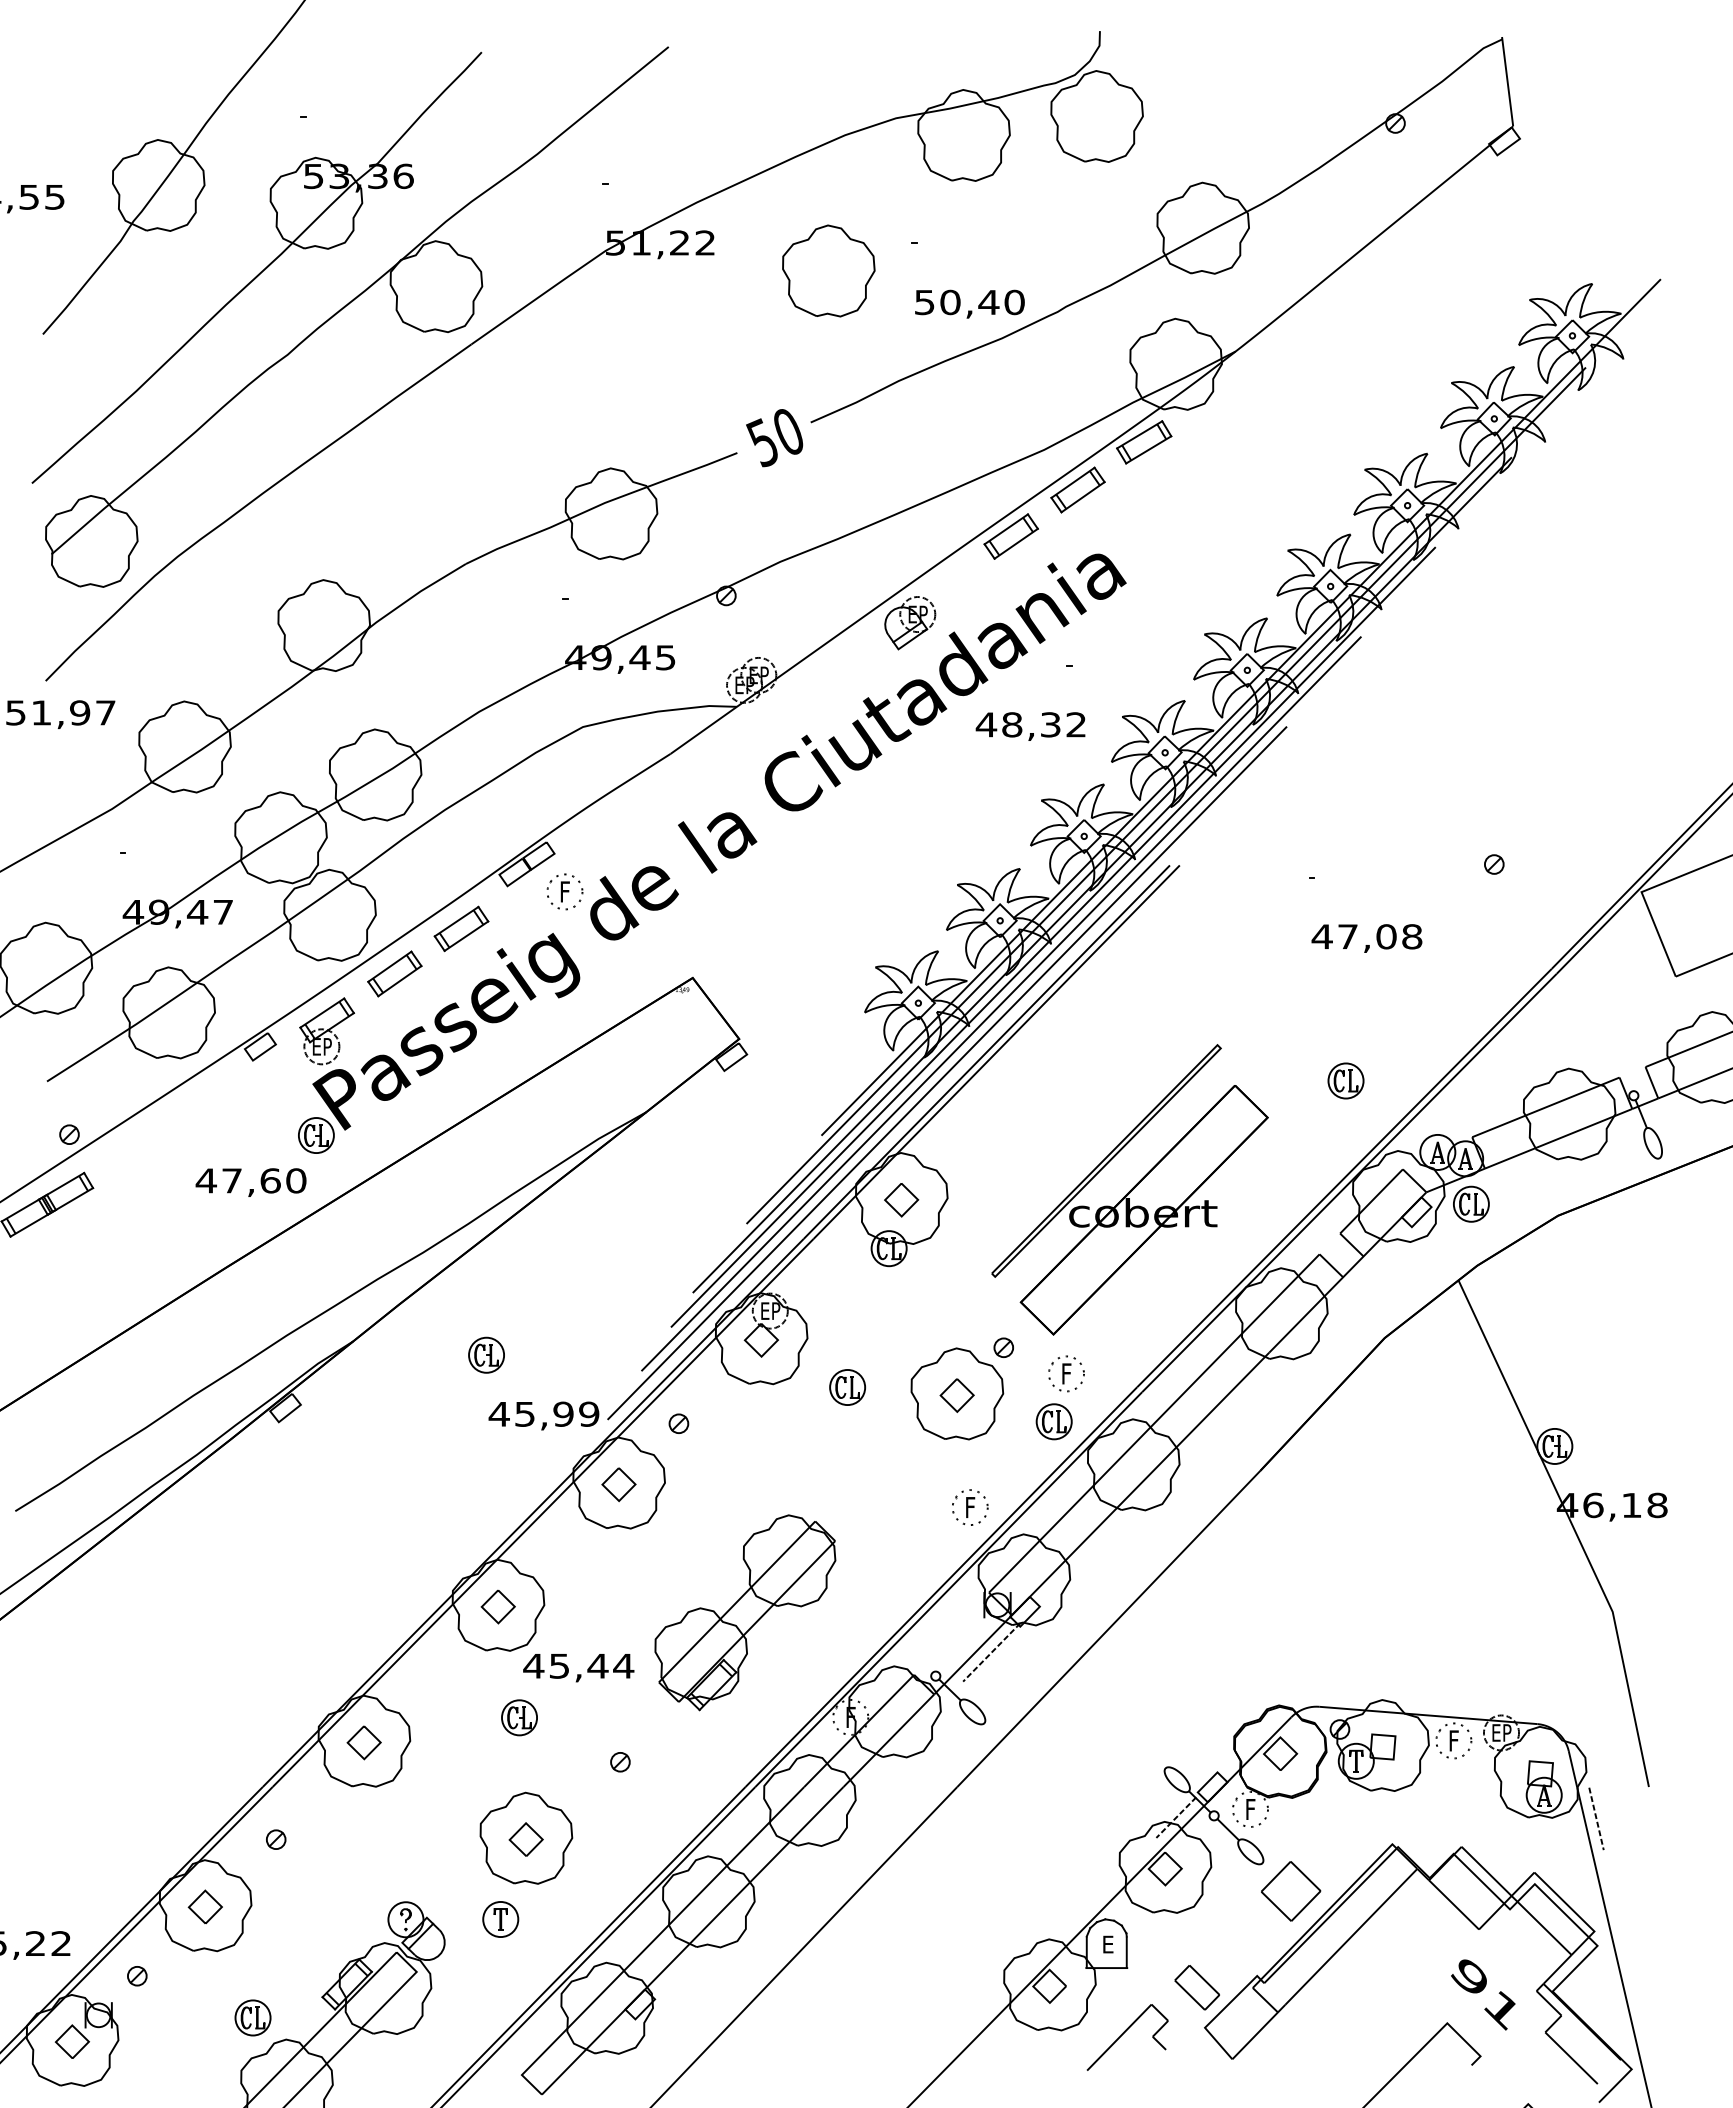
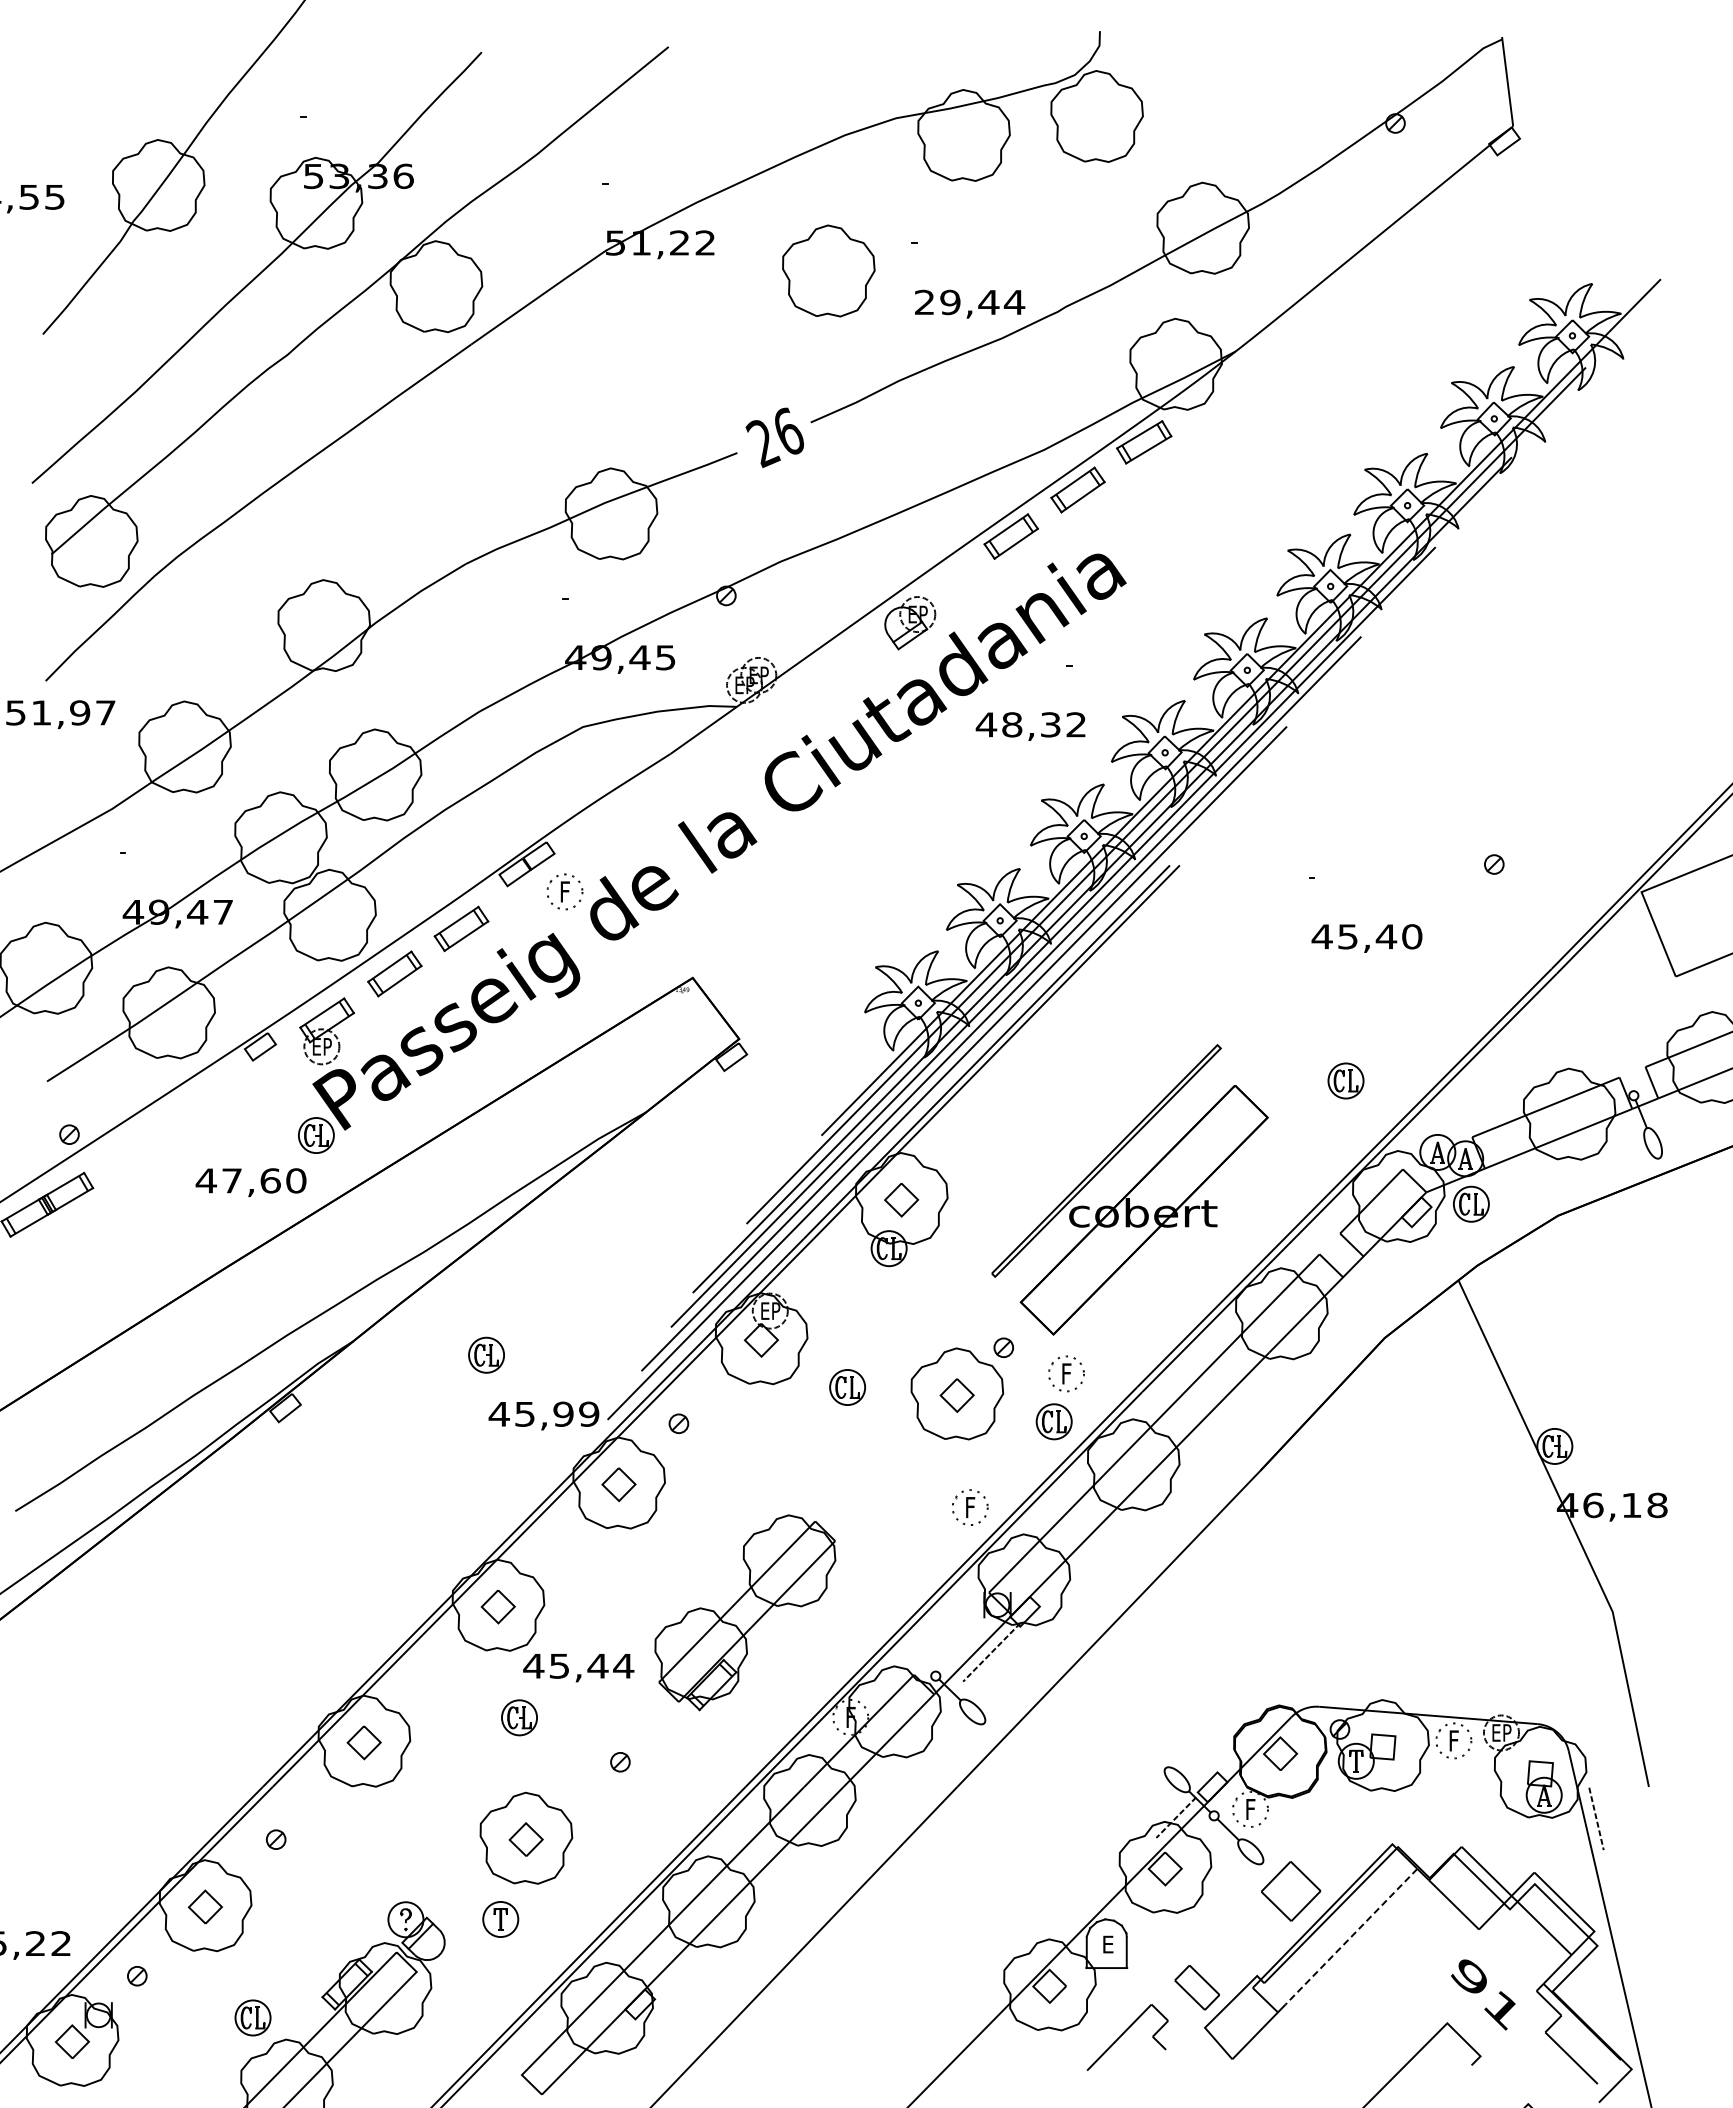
text at (970, 302): 50,40 -> 29,44
text at (774, 437): 50 -> 26
text at (1380, 936): 47,08 -> 45,40
line at (1351, 1936): solid -> dashed
